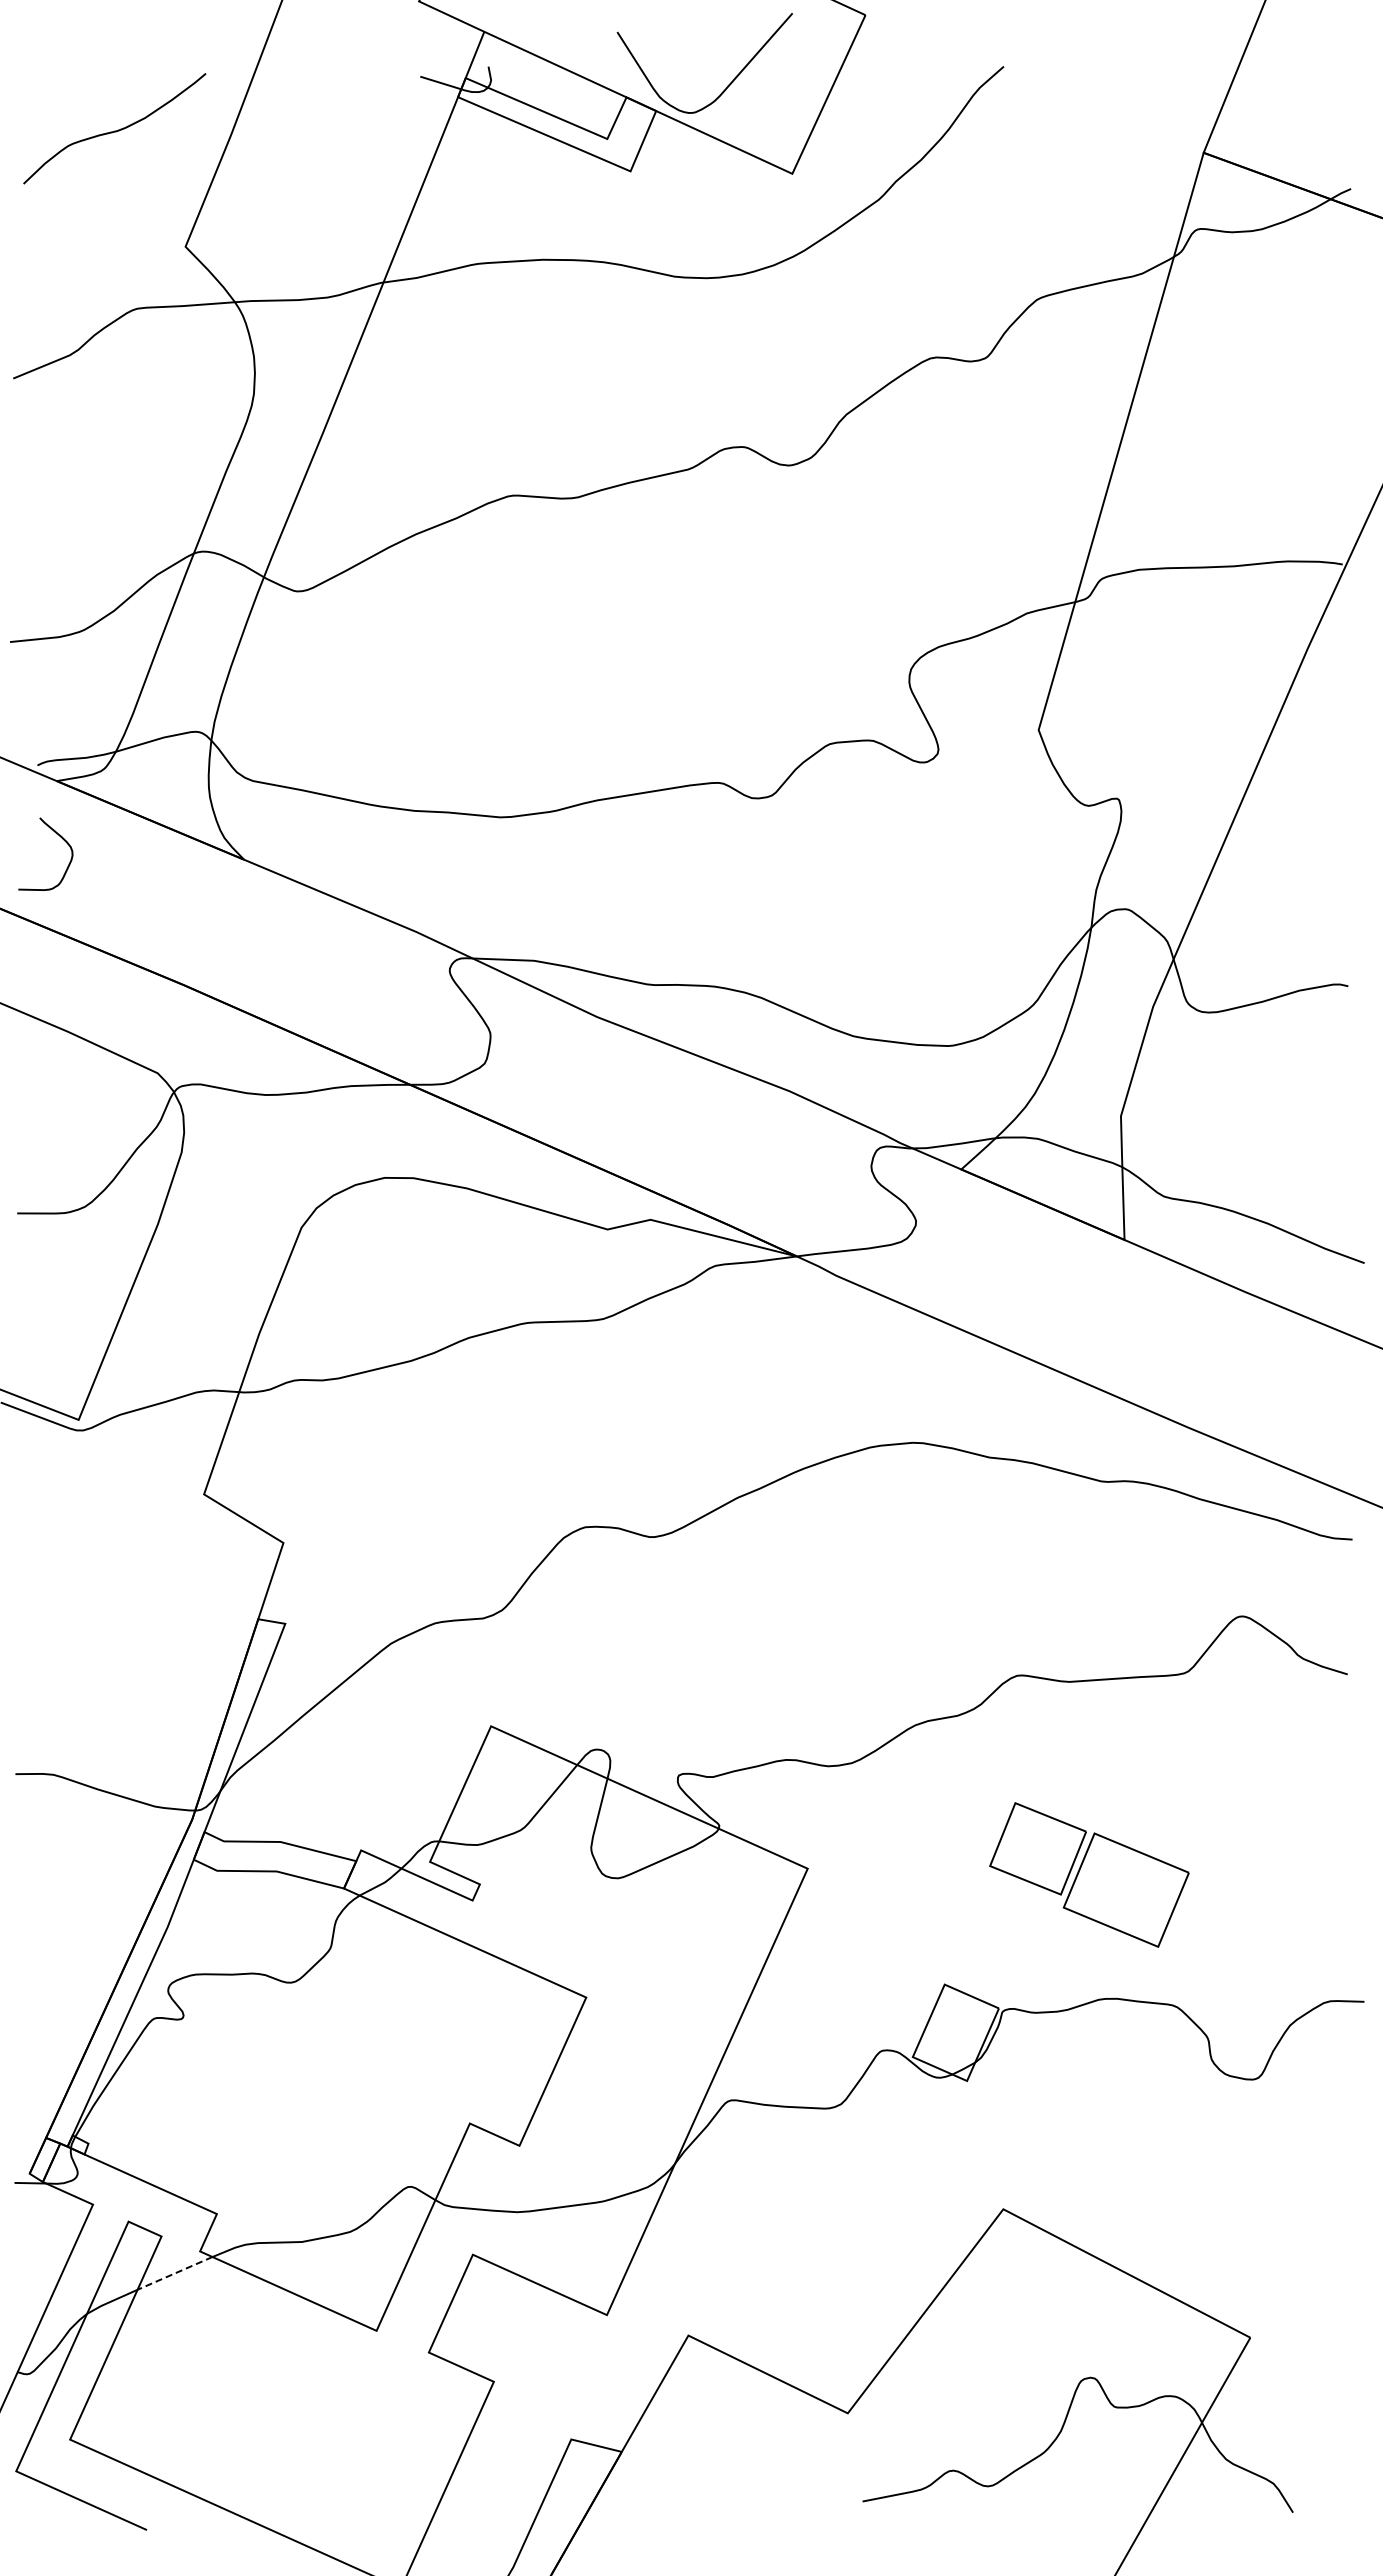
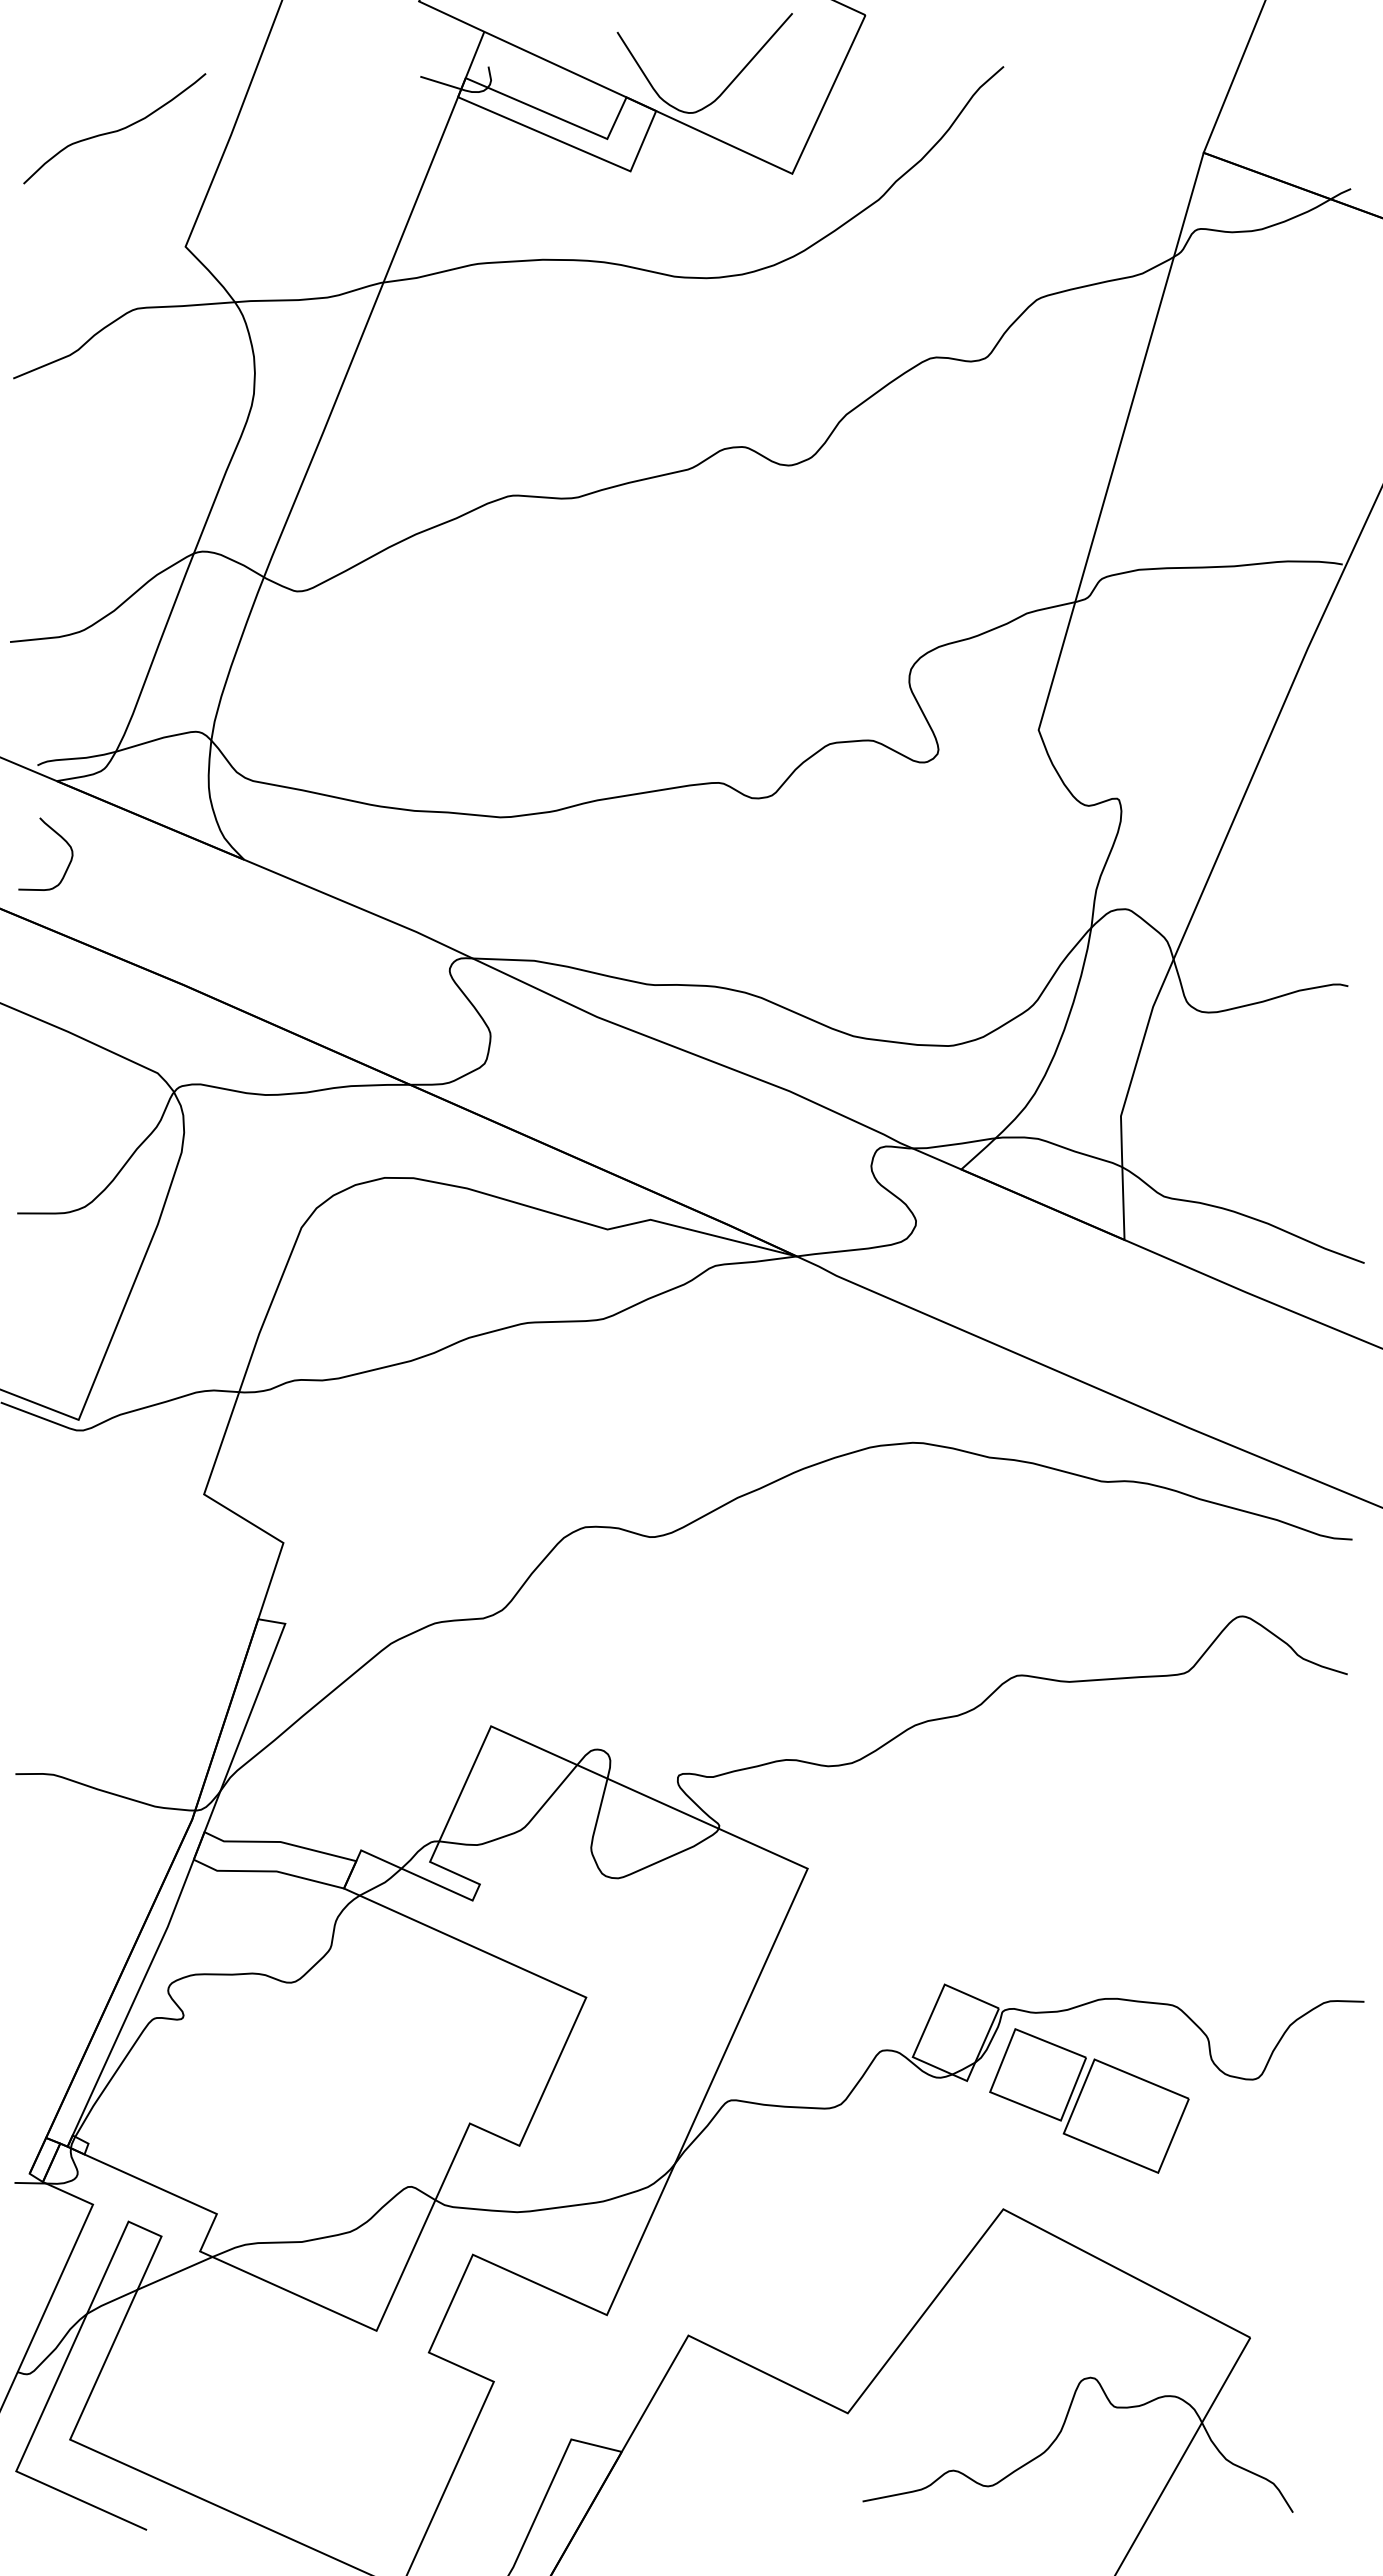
part at (1089, 1874) position: (1089, 1874) -> (1089, 2100)
line at (175, 2273): dashed -> solid
